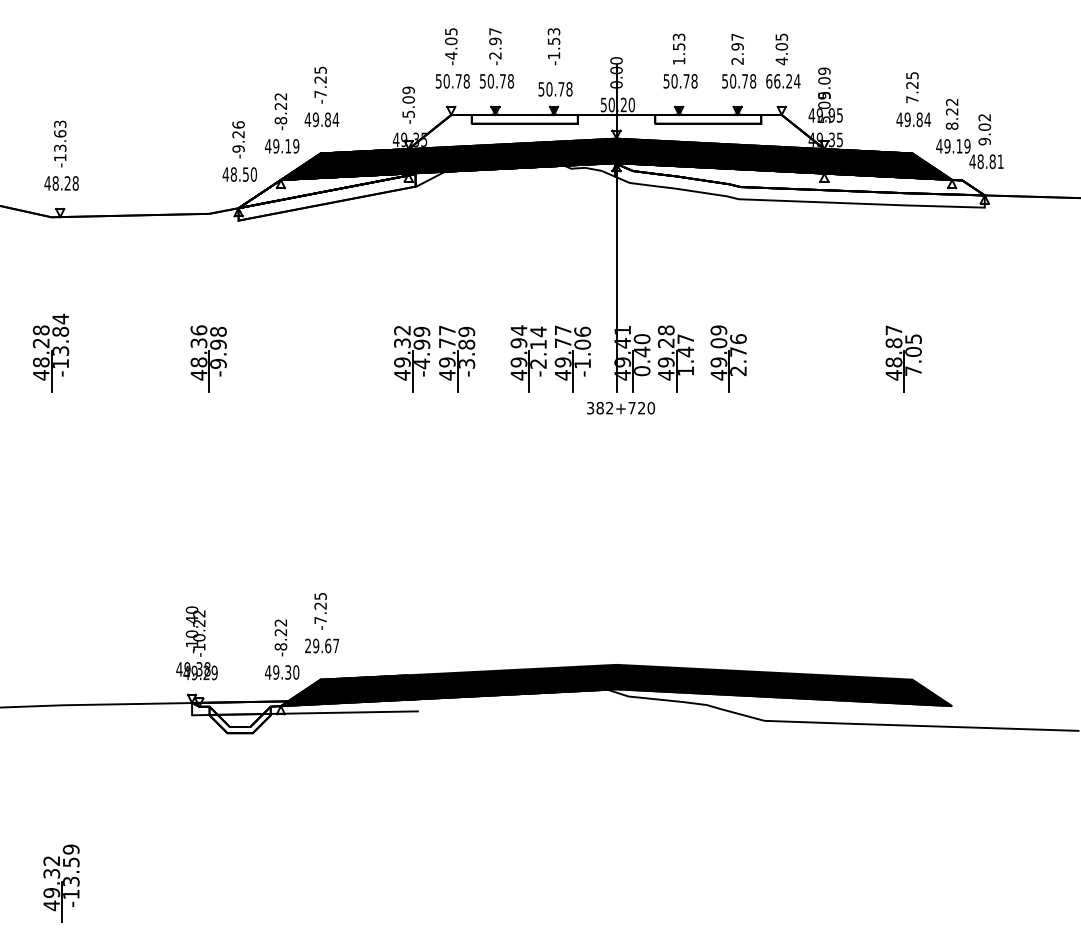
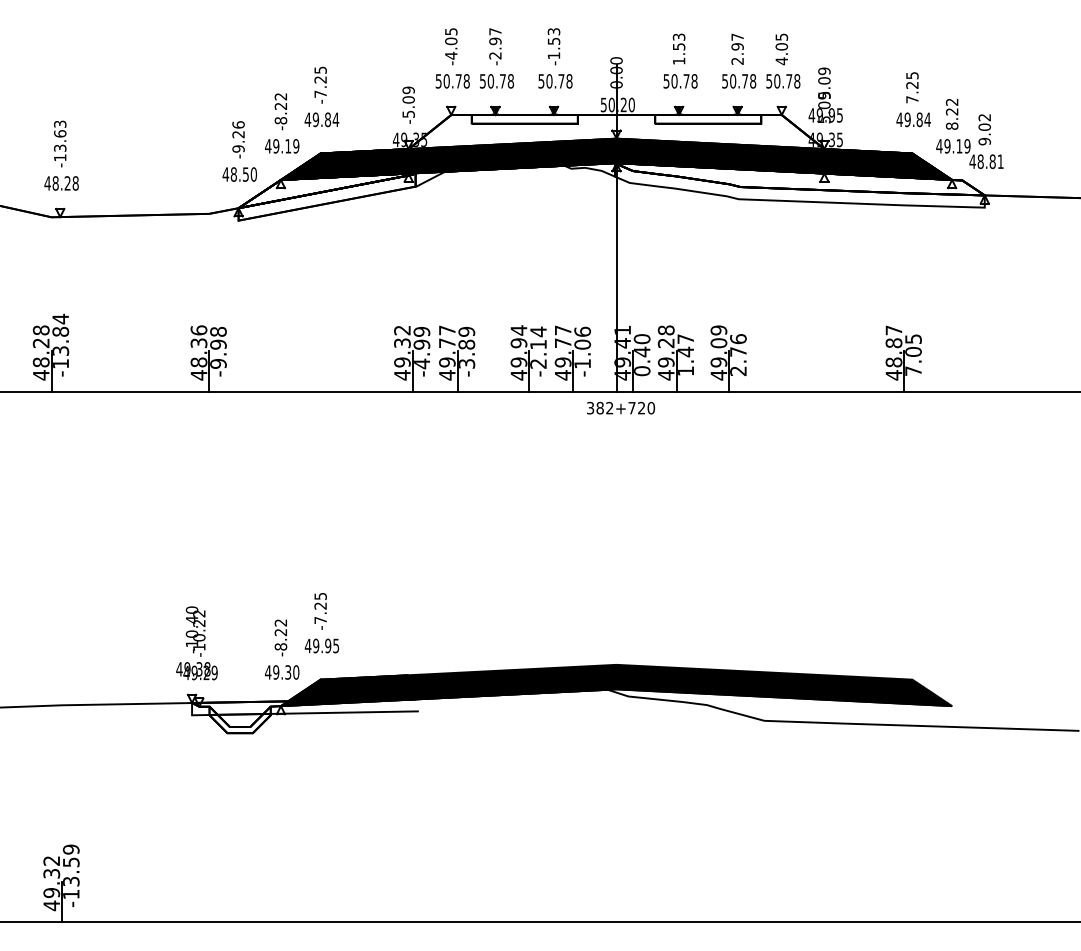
text at (783, 81): 66.24 -> 50.78
text at (555, 89) position: (555, 89) -> (555, 81)
line at (539, 391): none -> present
text at (321, 645): 29.67 -> 49.95
line at (539, 922): none -> present
